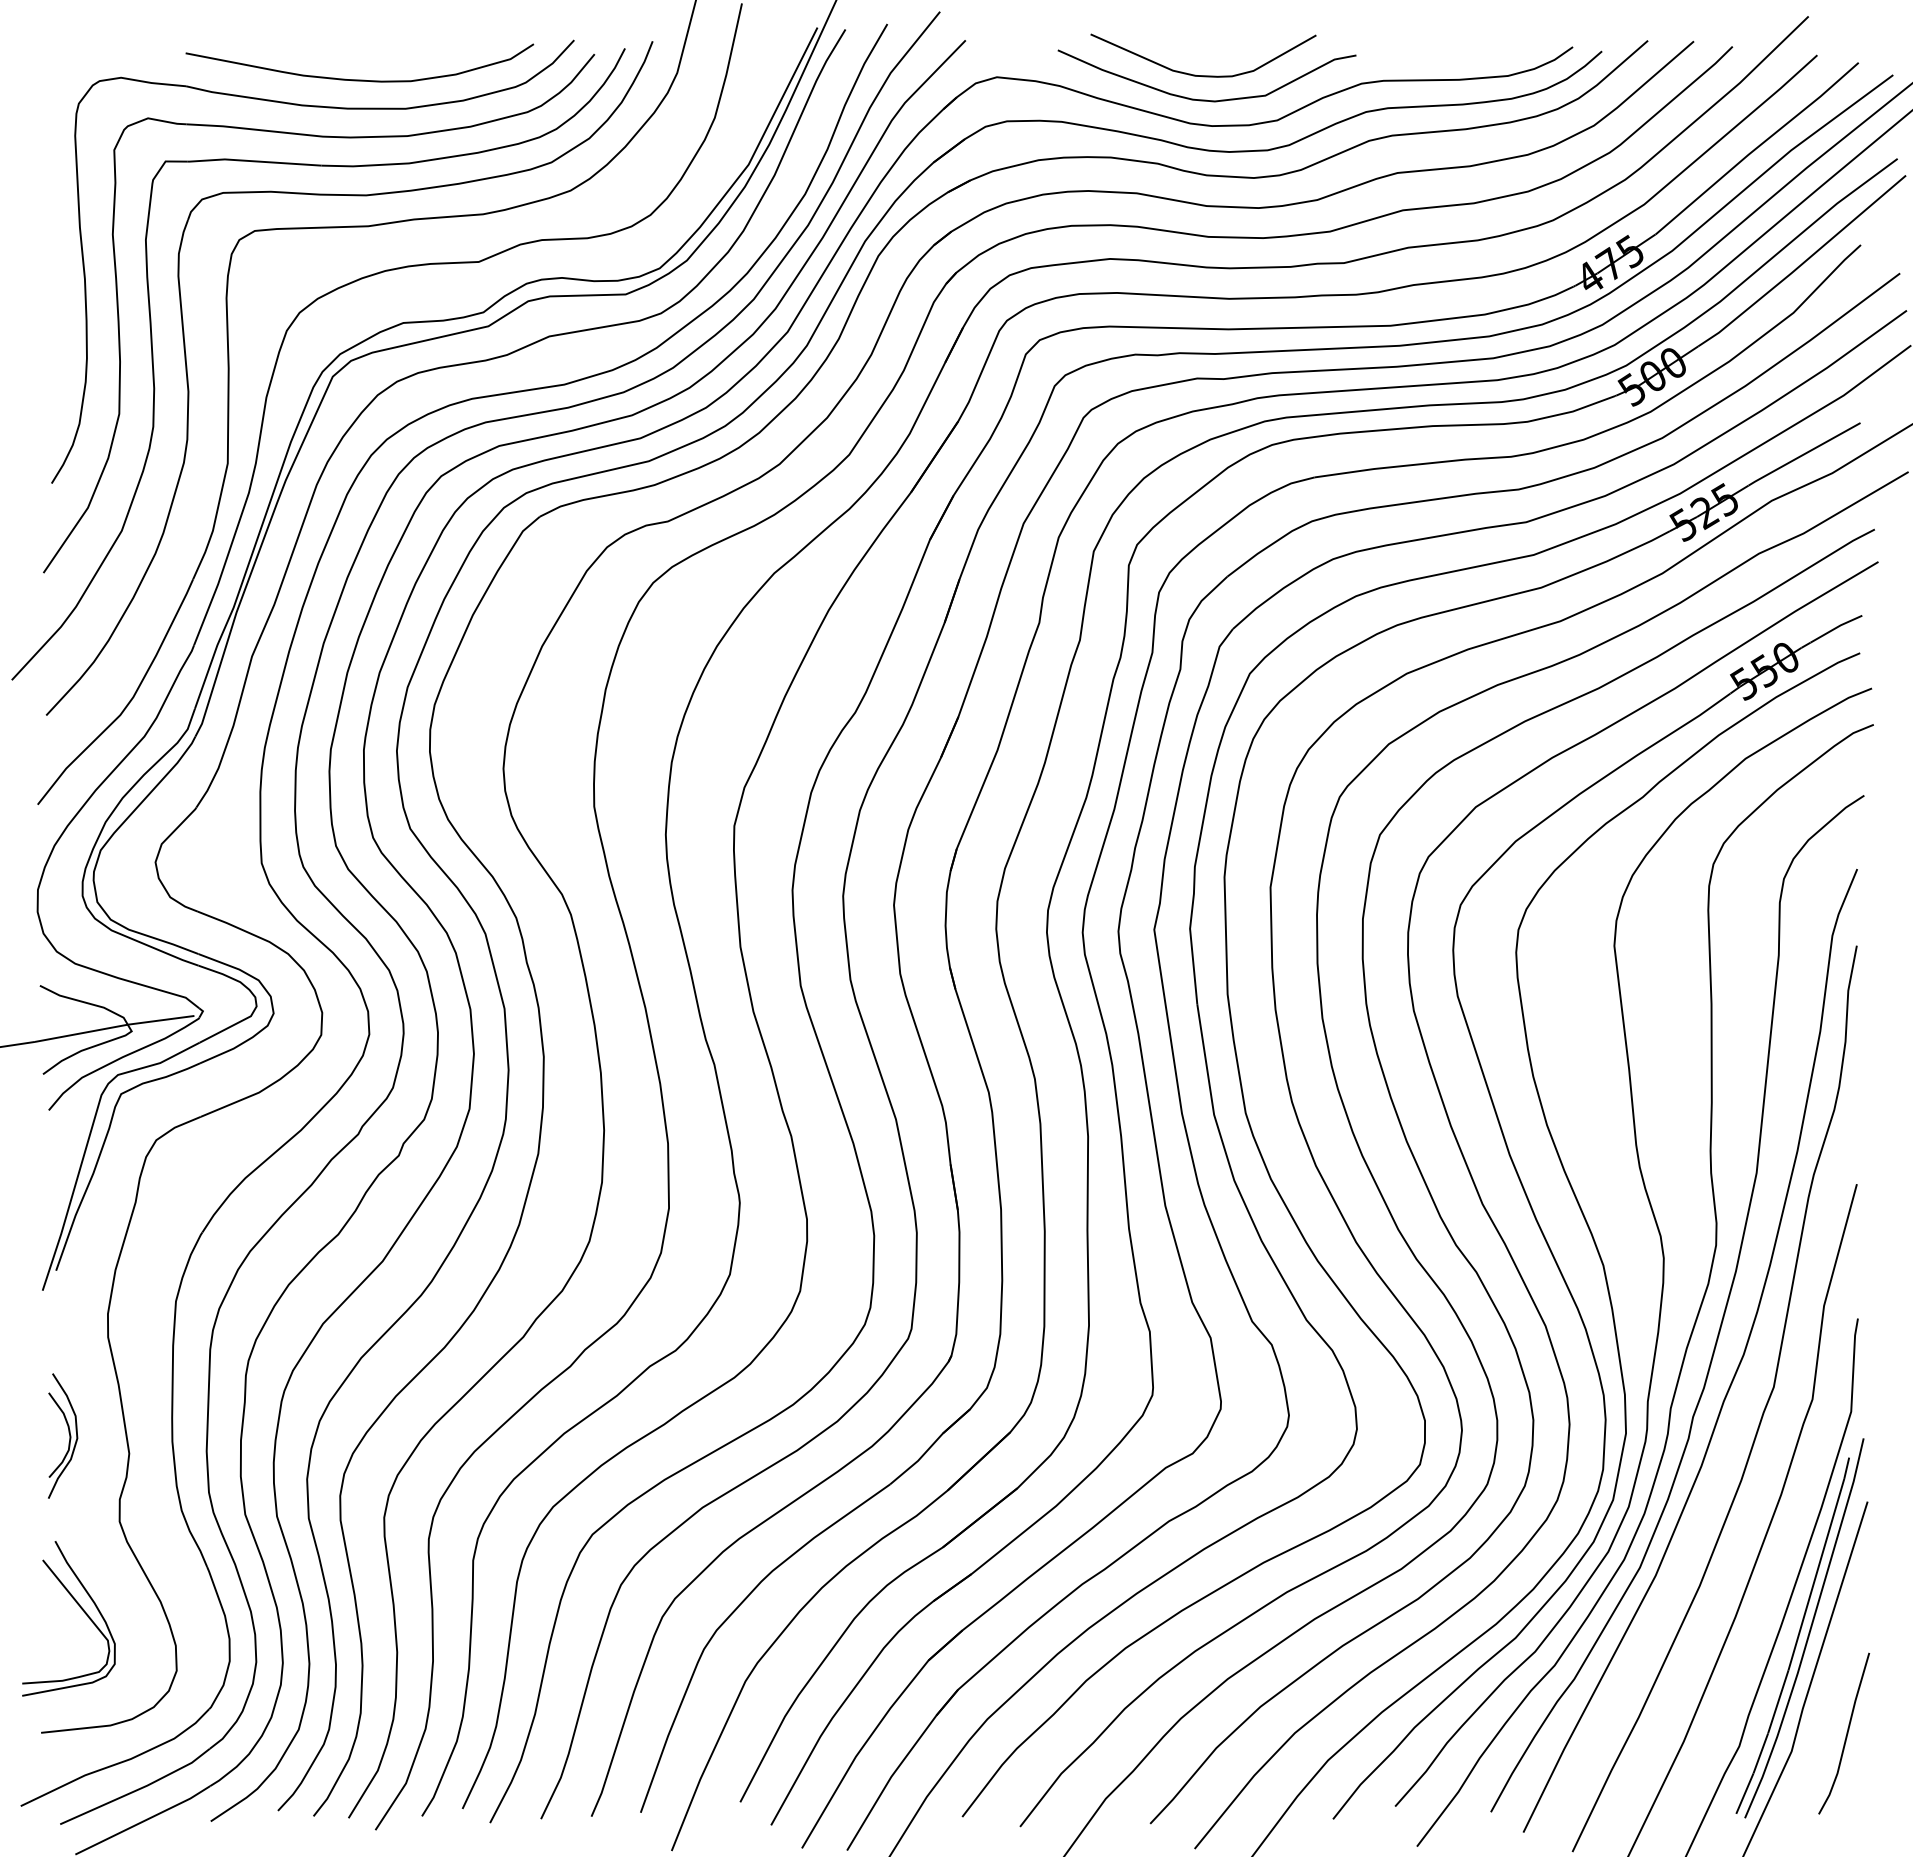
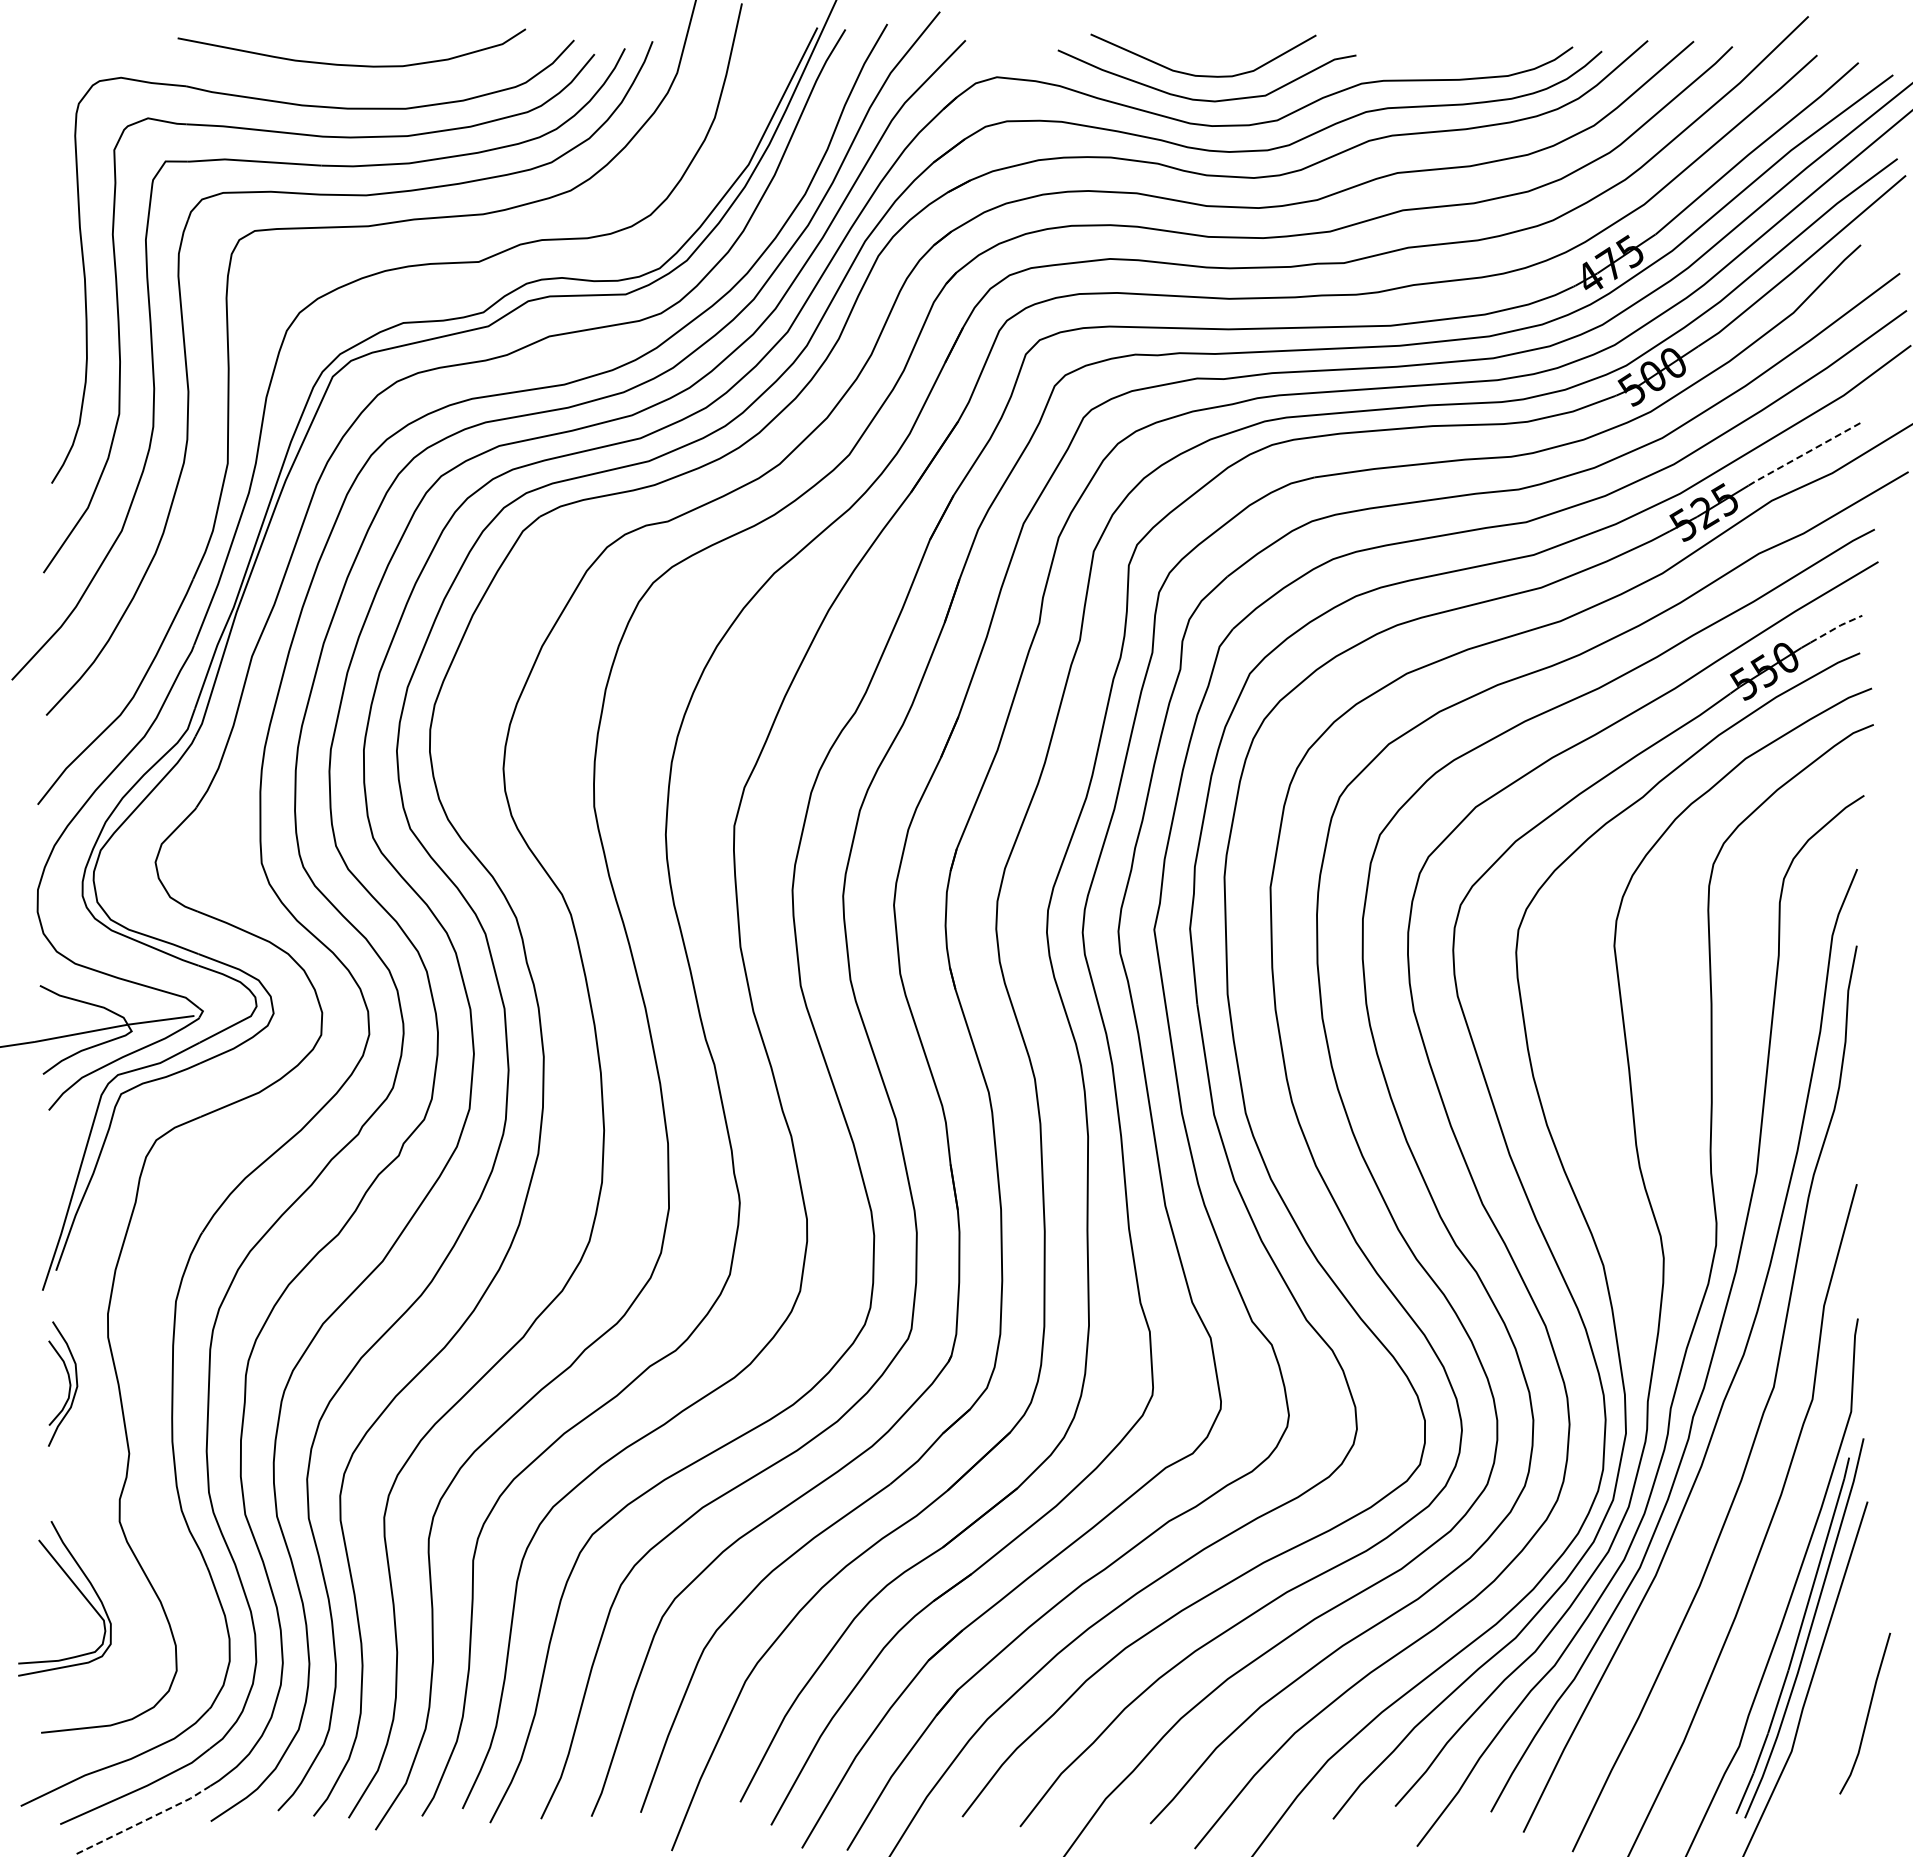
curve at (359, 79) position: (359, 79) -> (351, 64)
line at (1803, 454): solid -> dashed
line at (1836, 627): solid -> dashed
part at (63, 1435) position: (63, 1435) -> (63, 1383)
part at (79, 1607) position: (79, 1607) -> (75, 1587)
line at (1846, 1733) position: (1846, 1733) -> (1867, 1713)
line at (143, 1821): solid -> dashed
